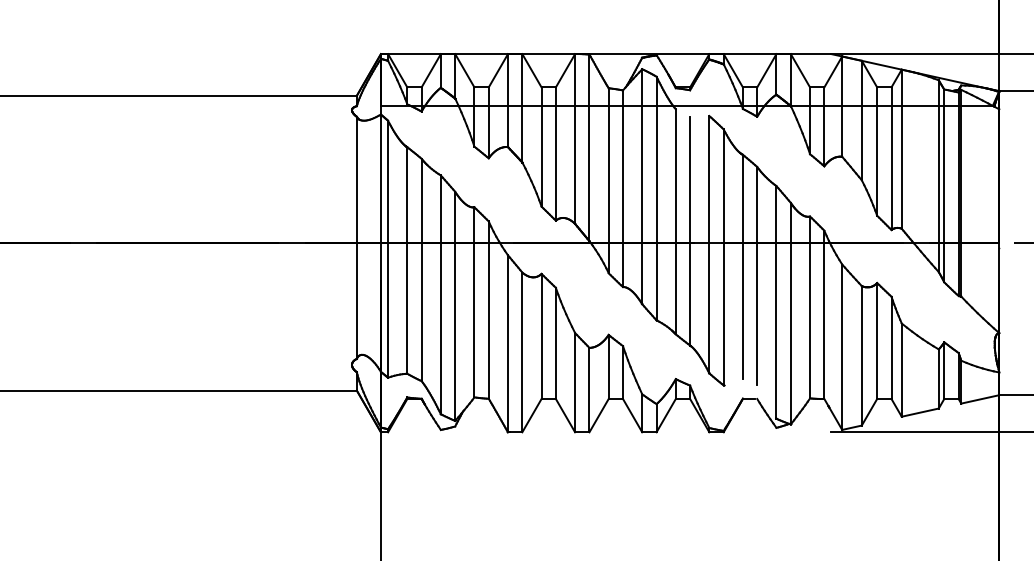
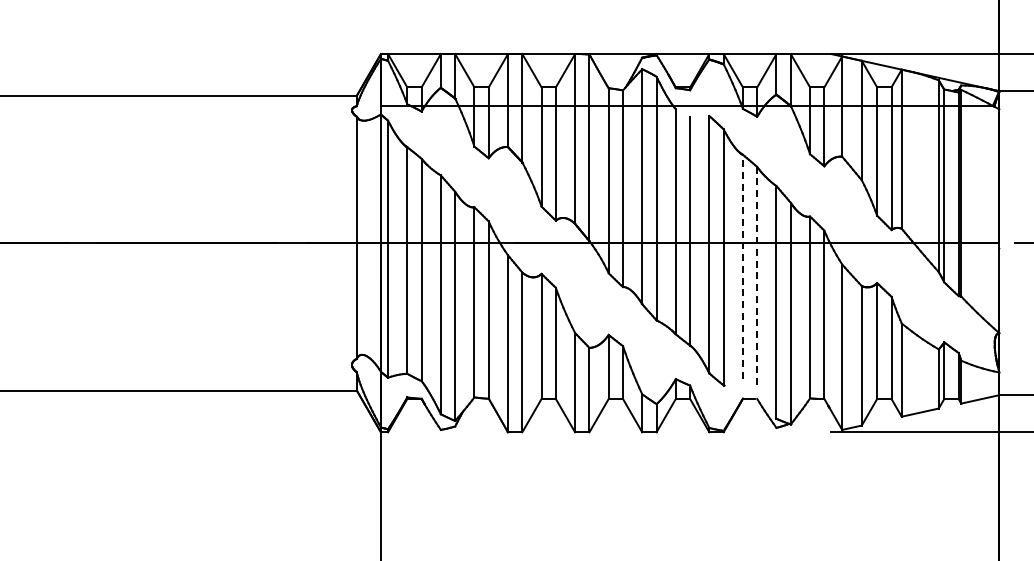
line at (742, 266): solid -> dashed
line at (757, 275): solid -> dashed
